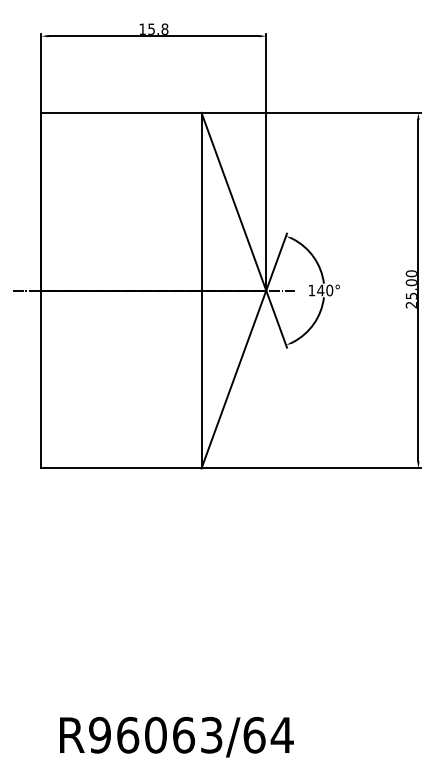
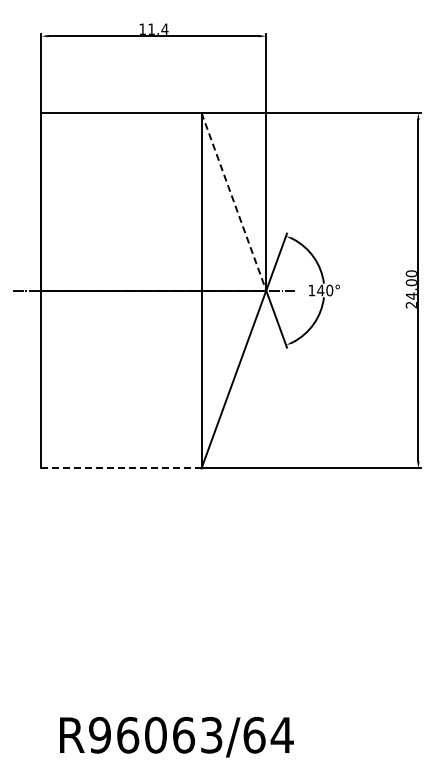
text at (158, 28): 15.8 -> 11.4
line at (233, 201): solid -> dashed
text at (411, 295): 25.00 -> 24.00
line at (121, 468): solid -> dashed
